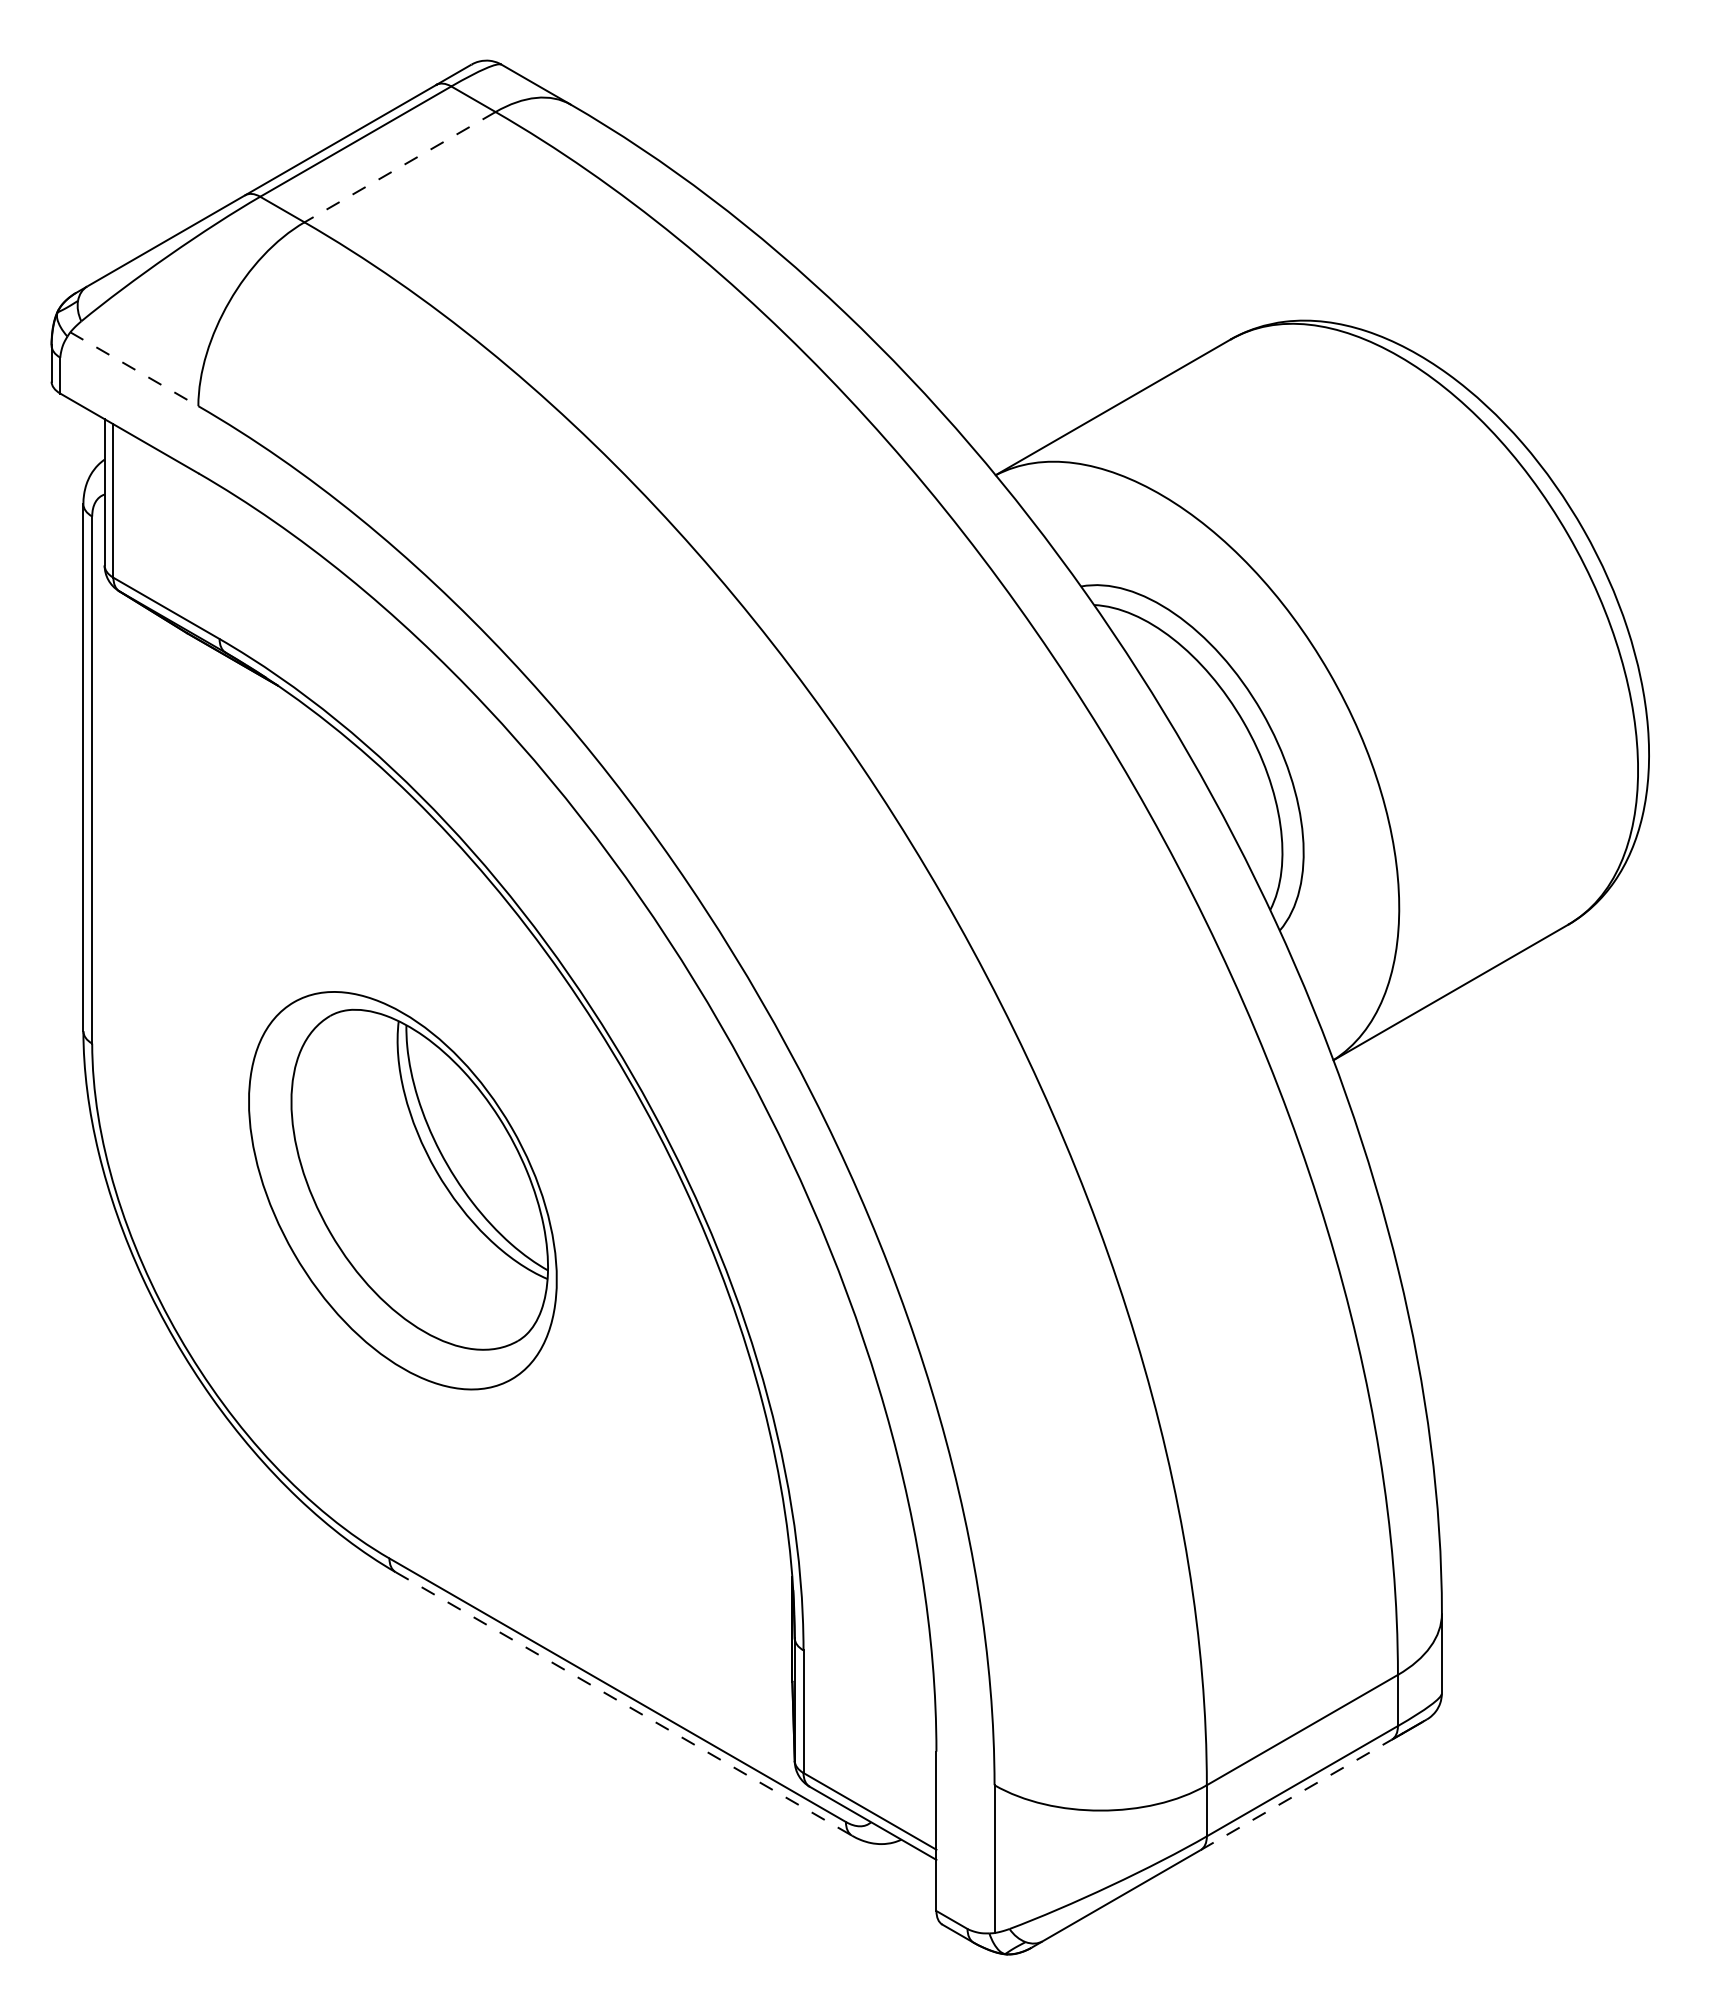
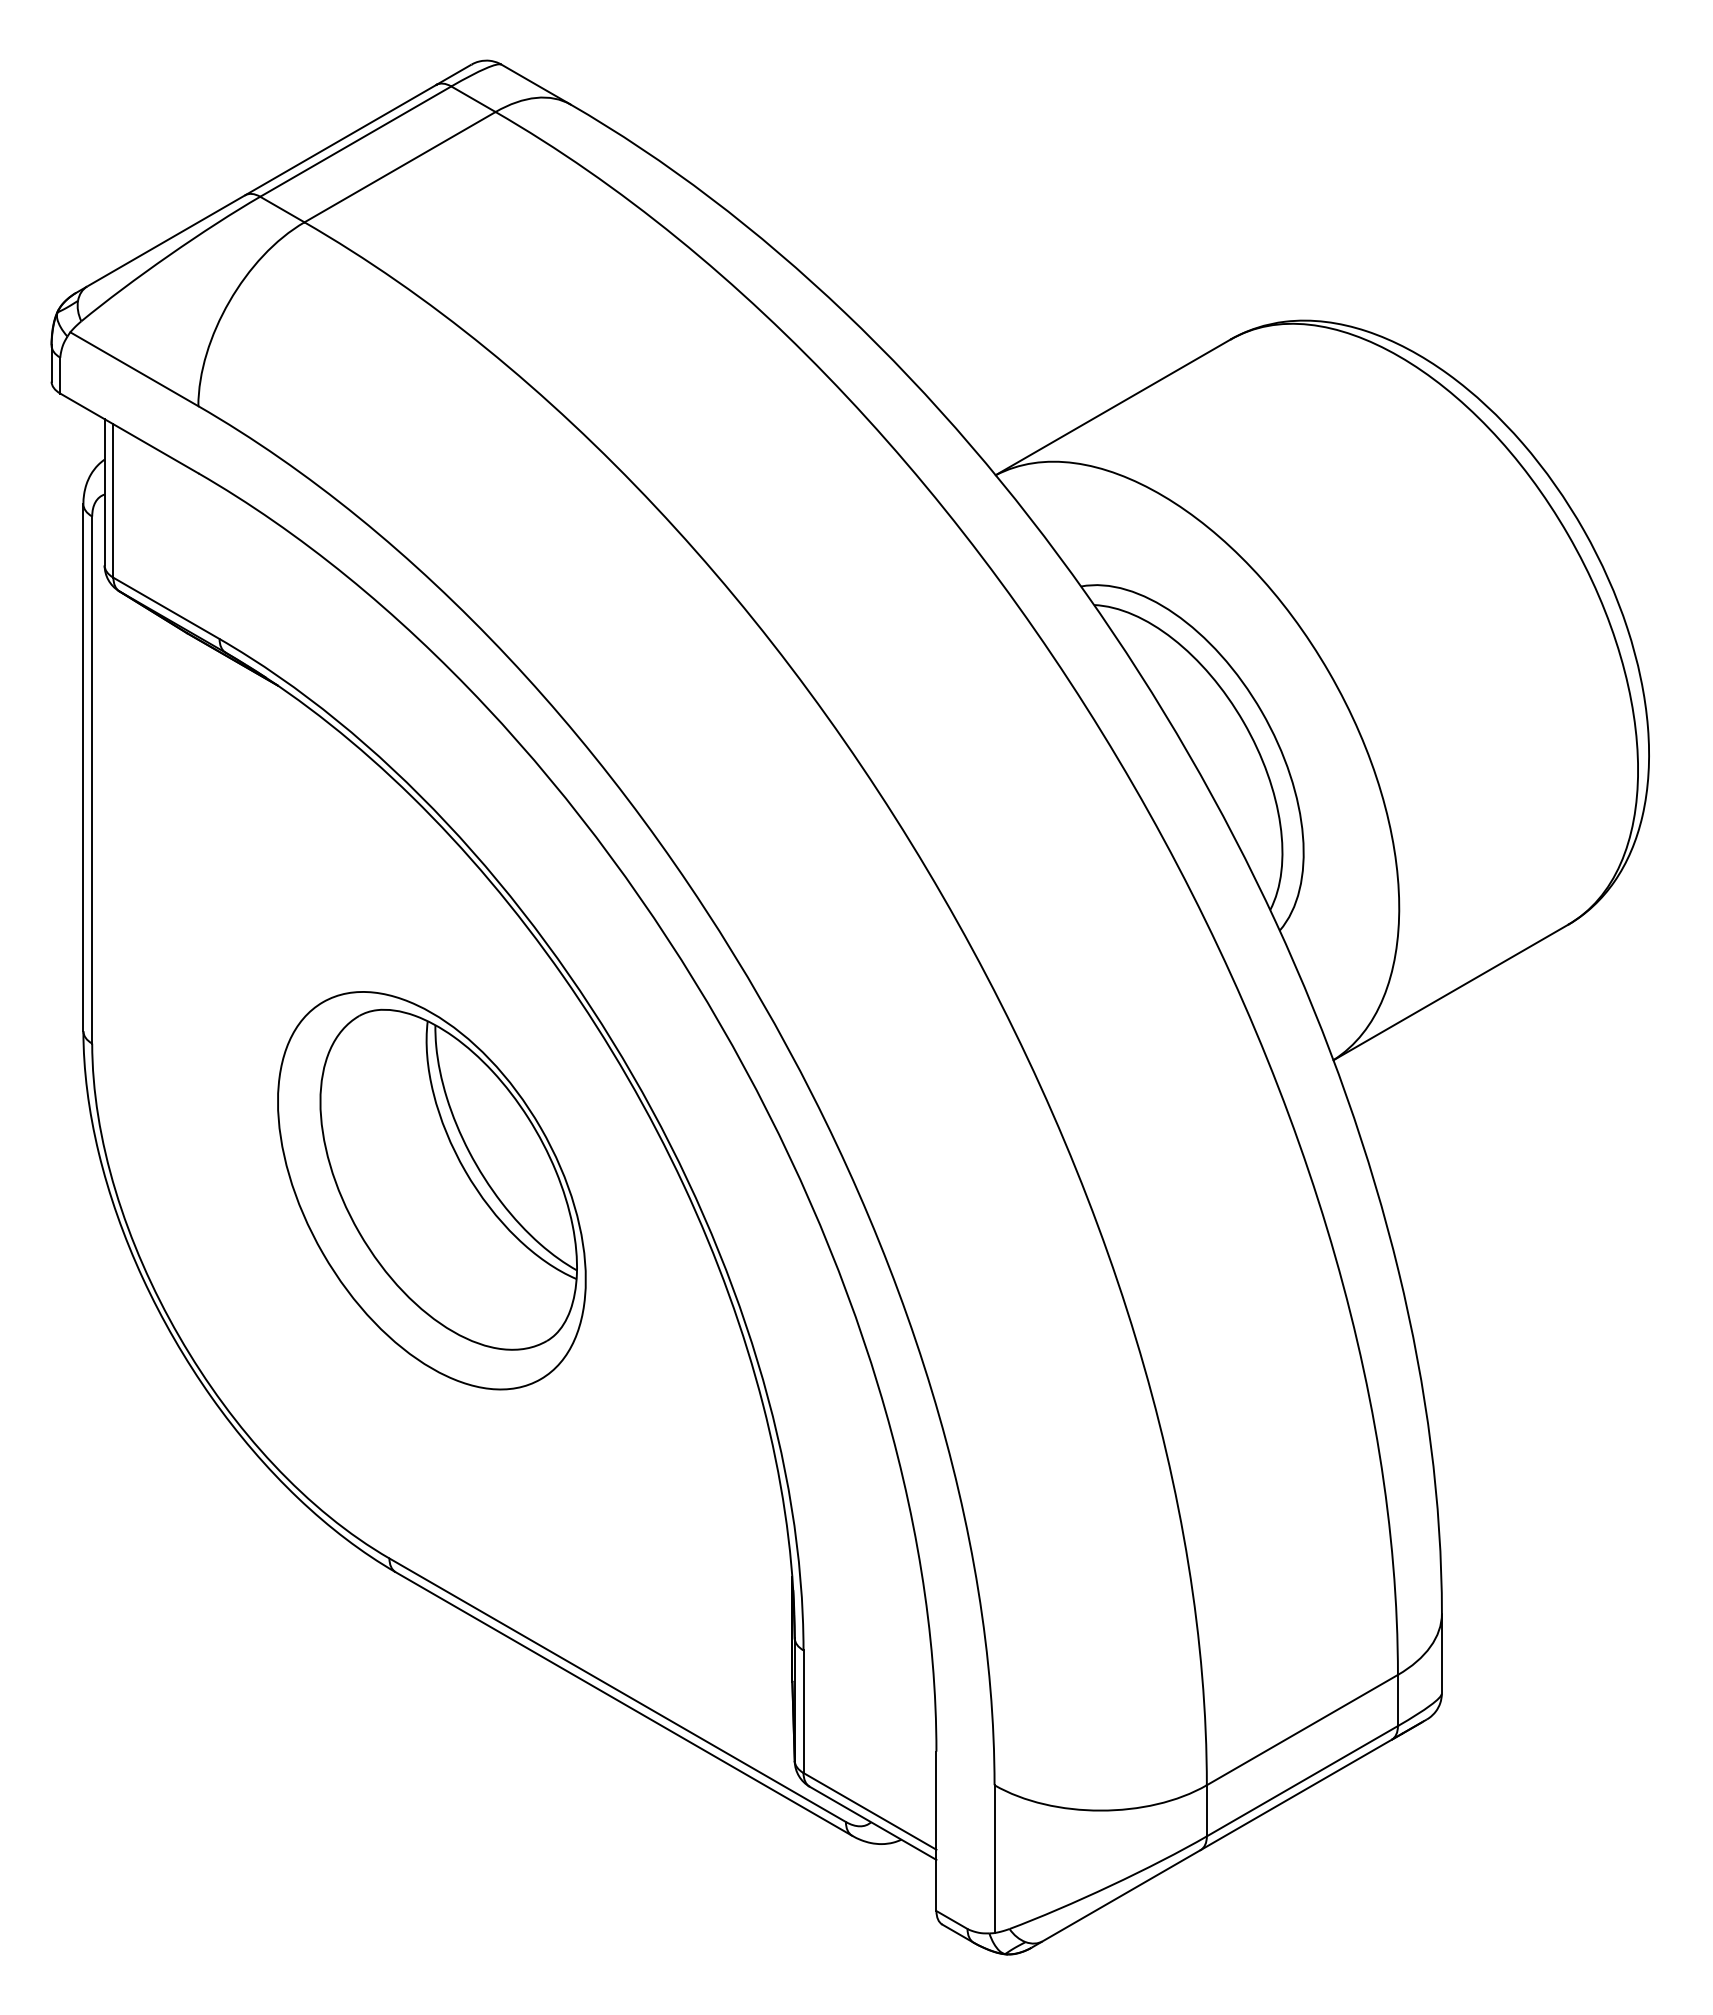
line at (399, 167): dashed -> solid
line at (134, 369): dashed -> solid
part at (402, 1190) position: (402, 1190) -> (431, 1190)
line at (623, 1703): dashed -> solid
line at (1296, 1794): dashed -> solid
